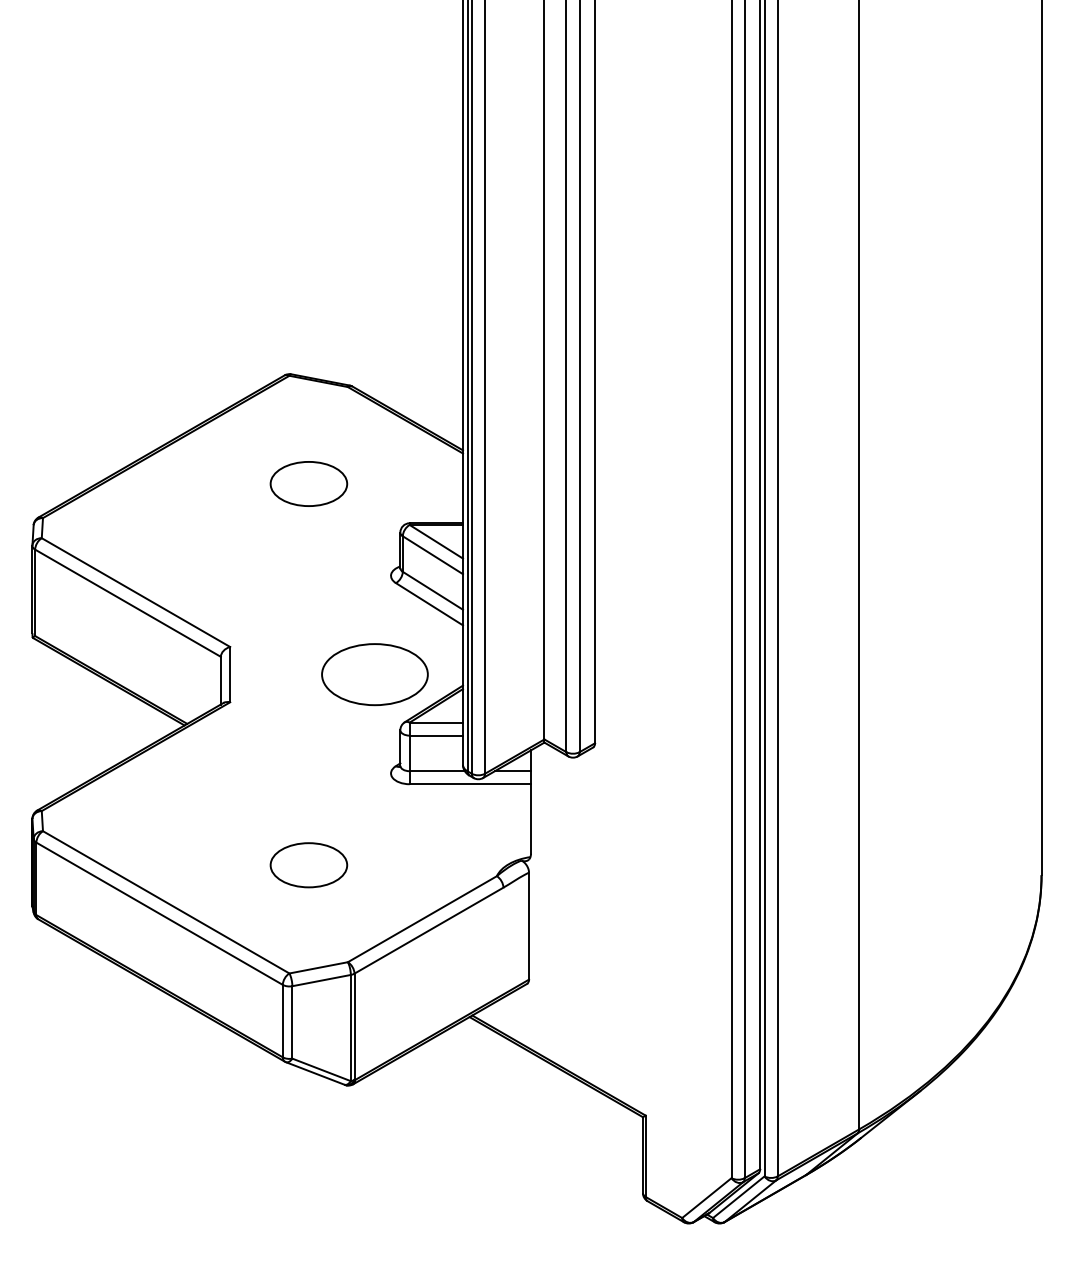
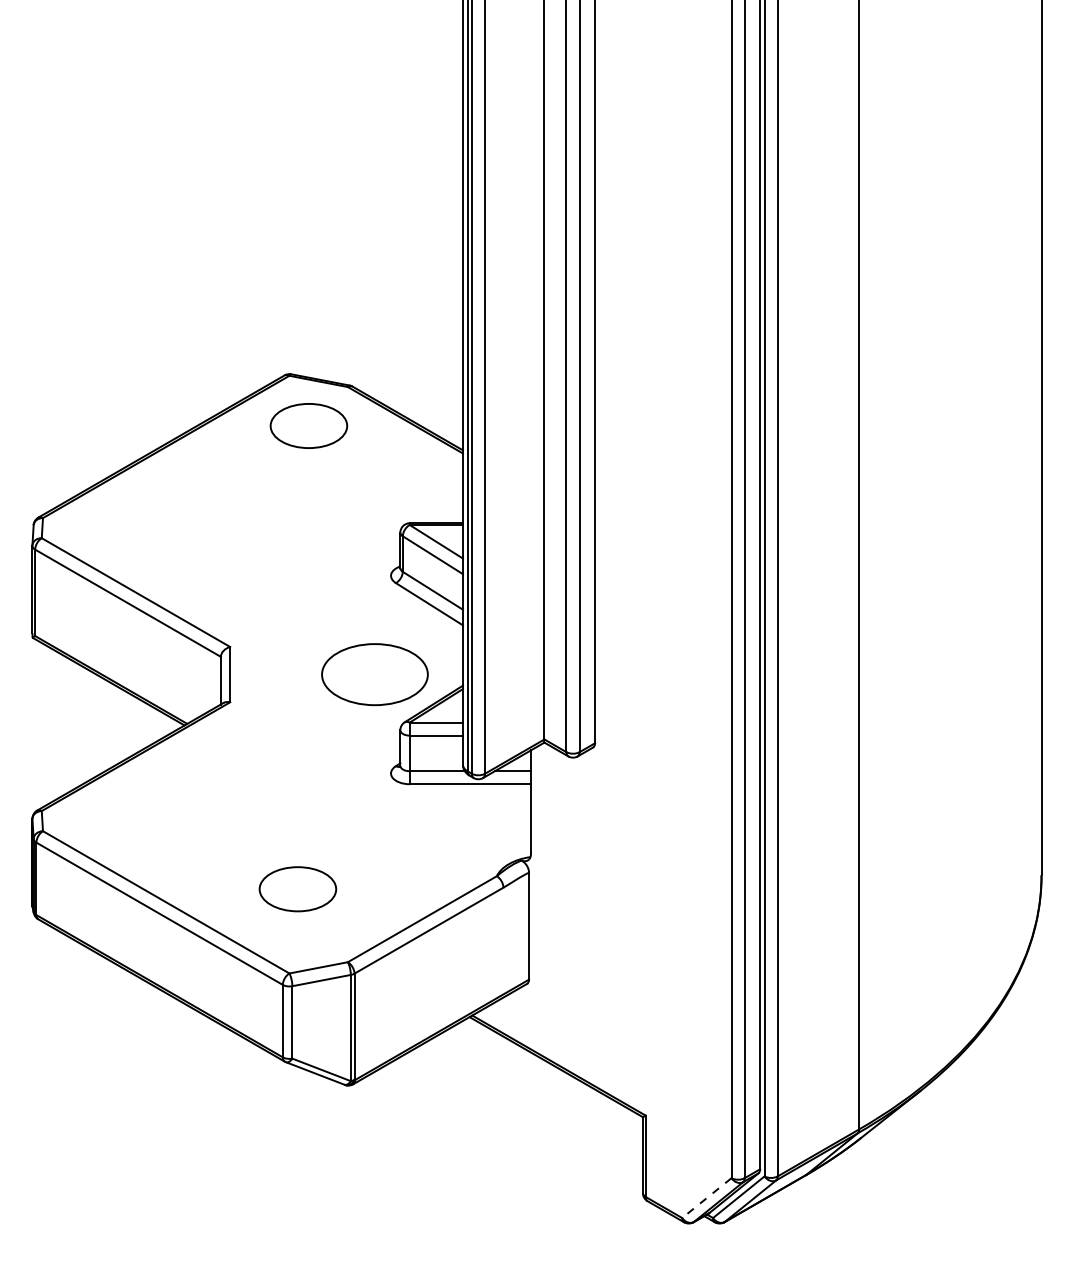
part at (308, 483) position: (308, 483) -> (308, 425)
part at (308, 865) position: (308, 865) -> (297, 889)
line at (706, 1198): solid -> dashed
